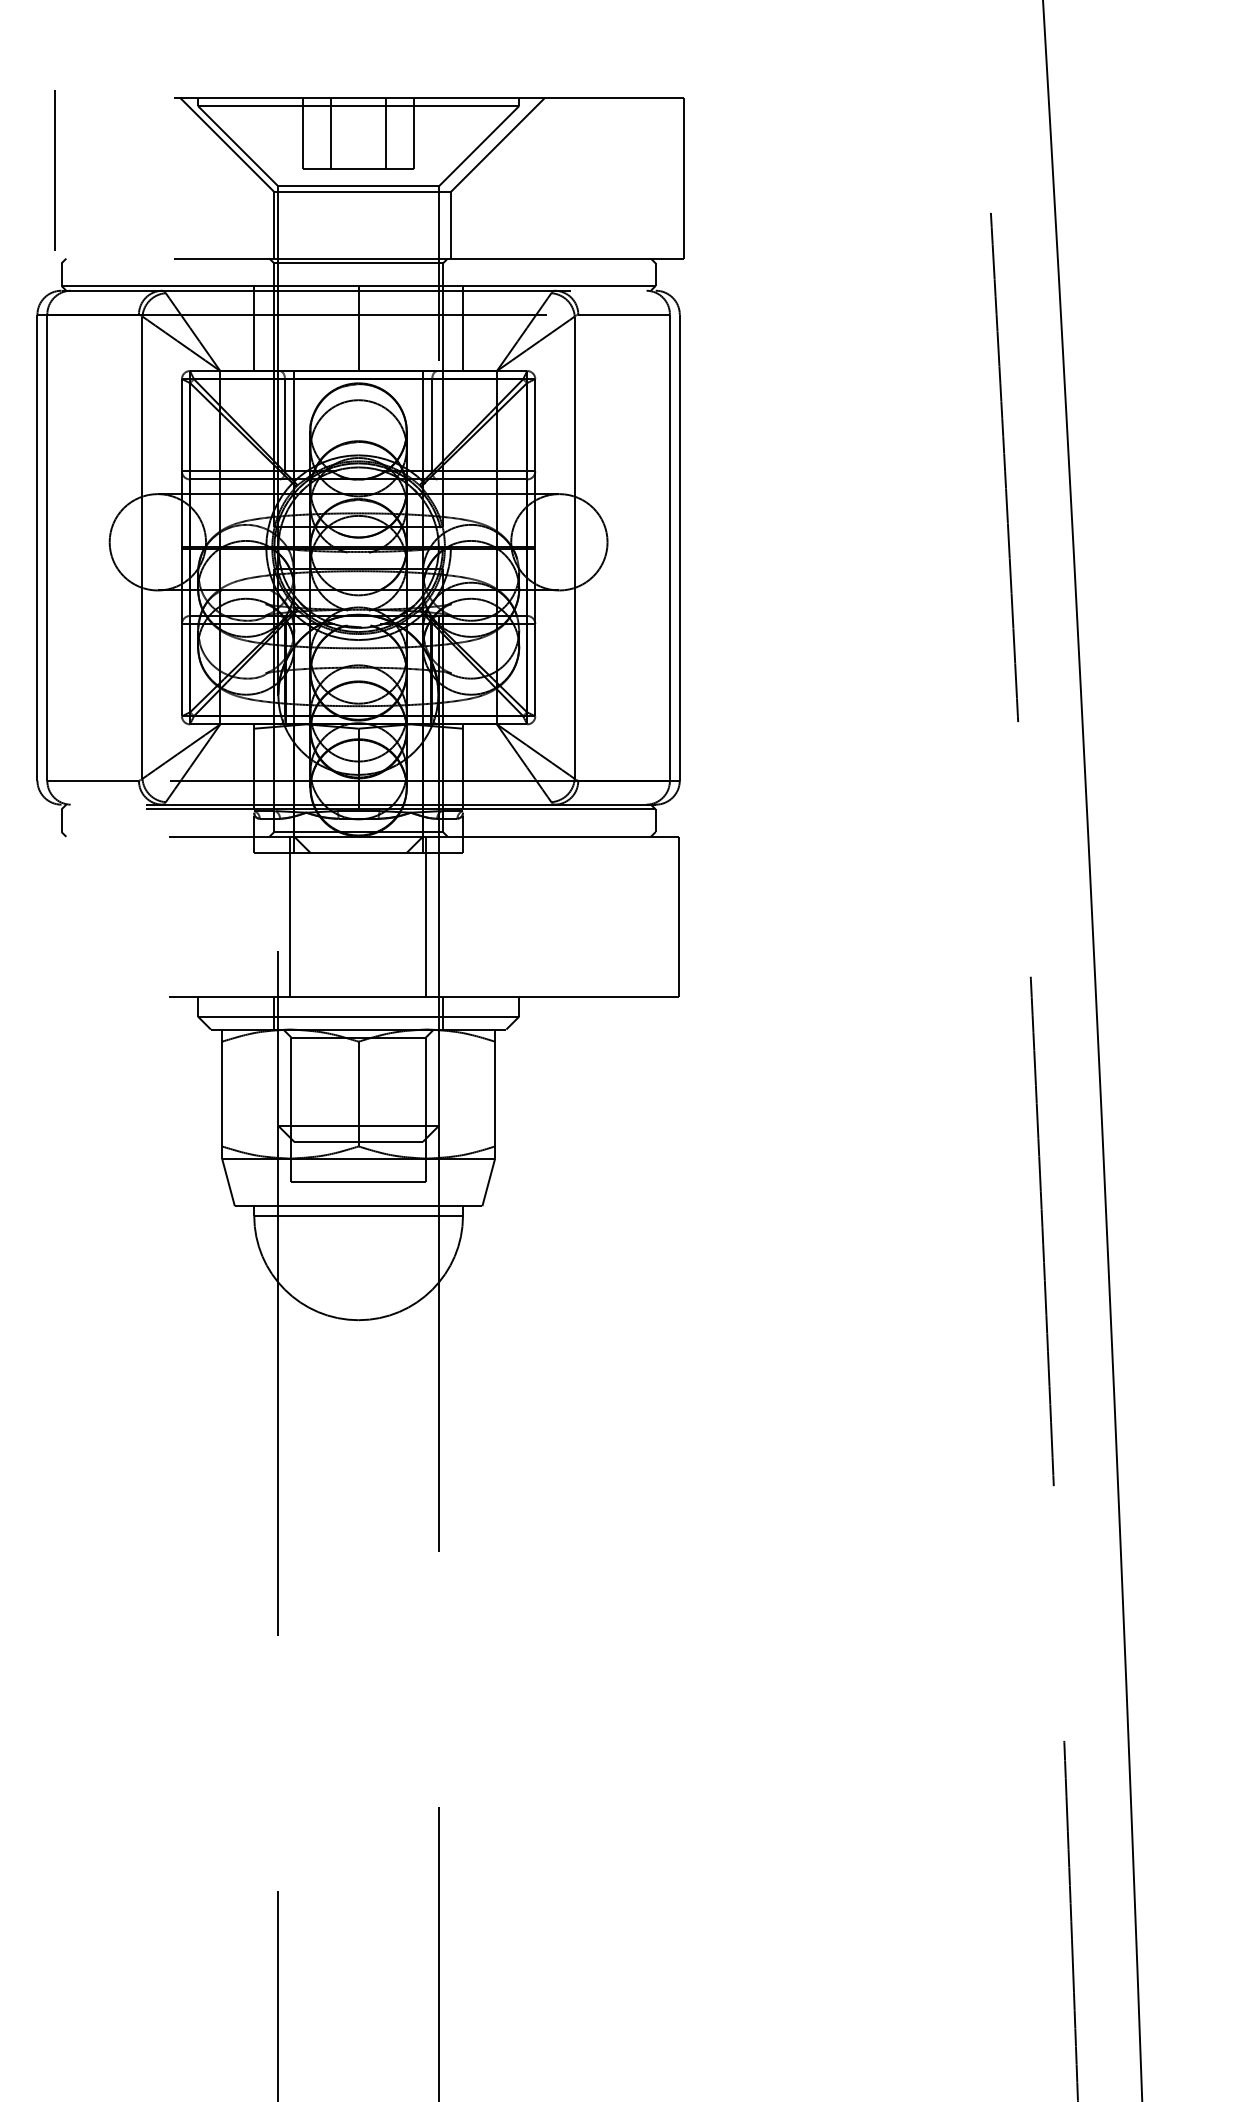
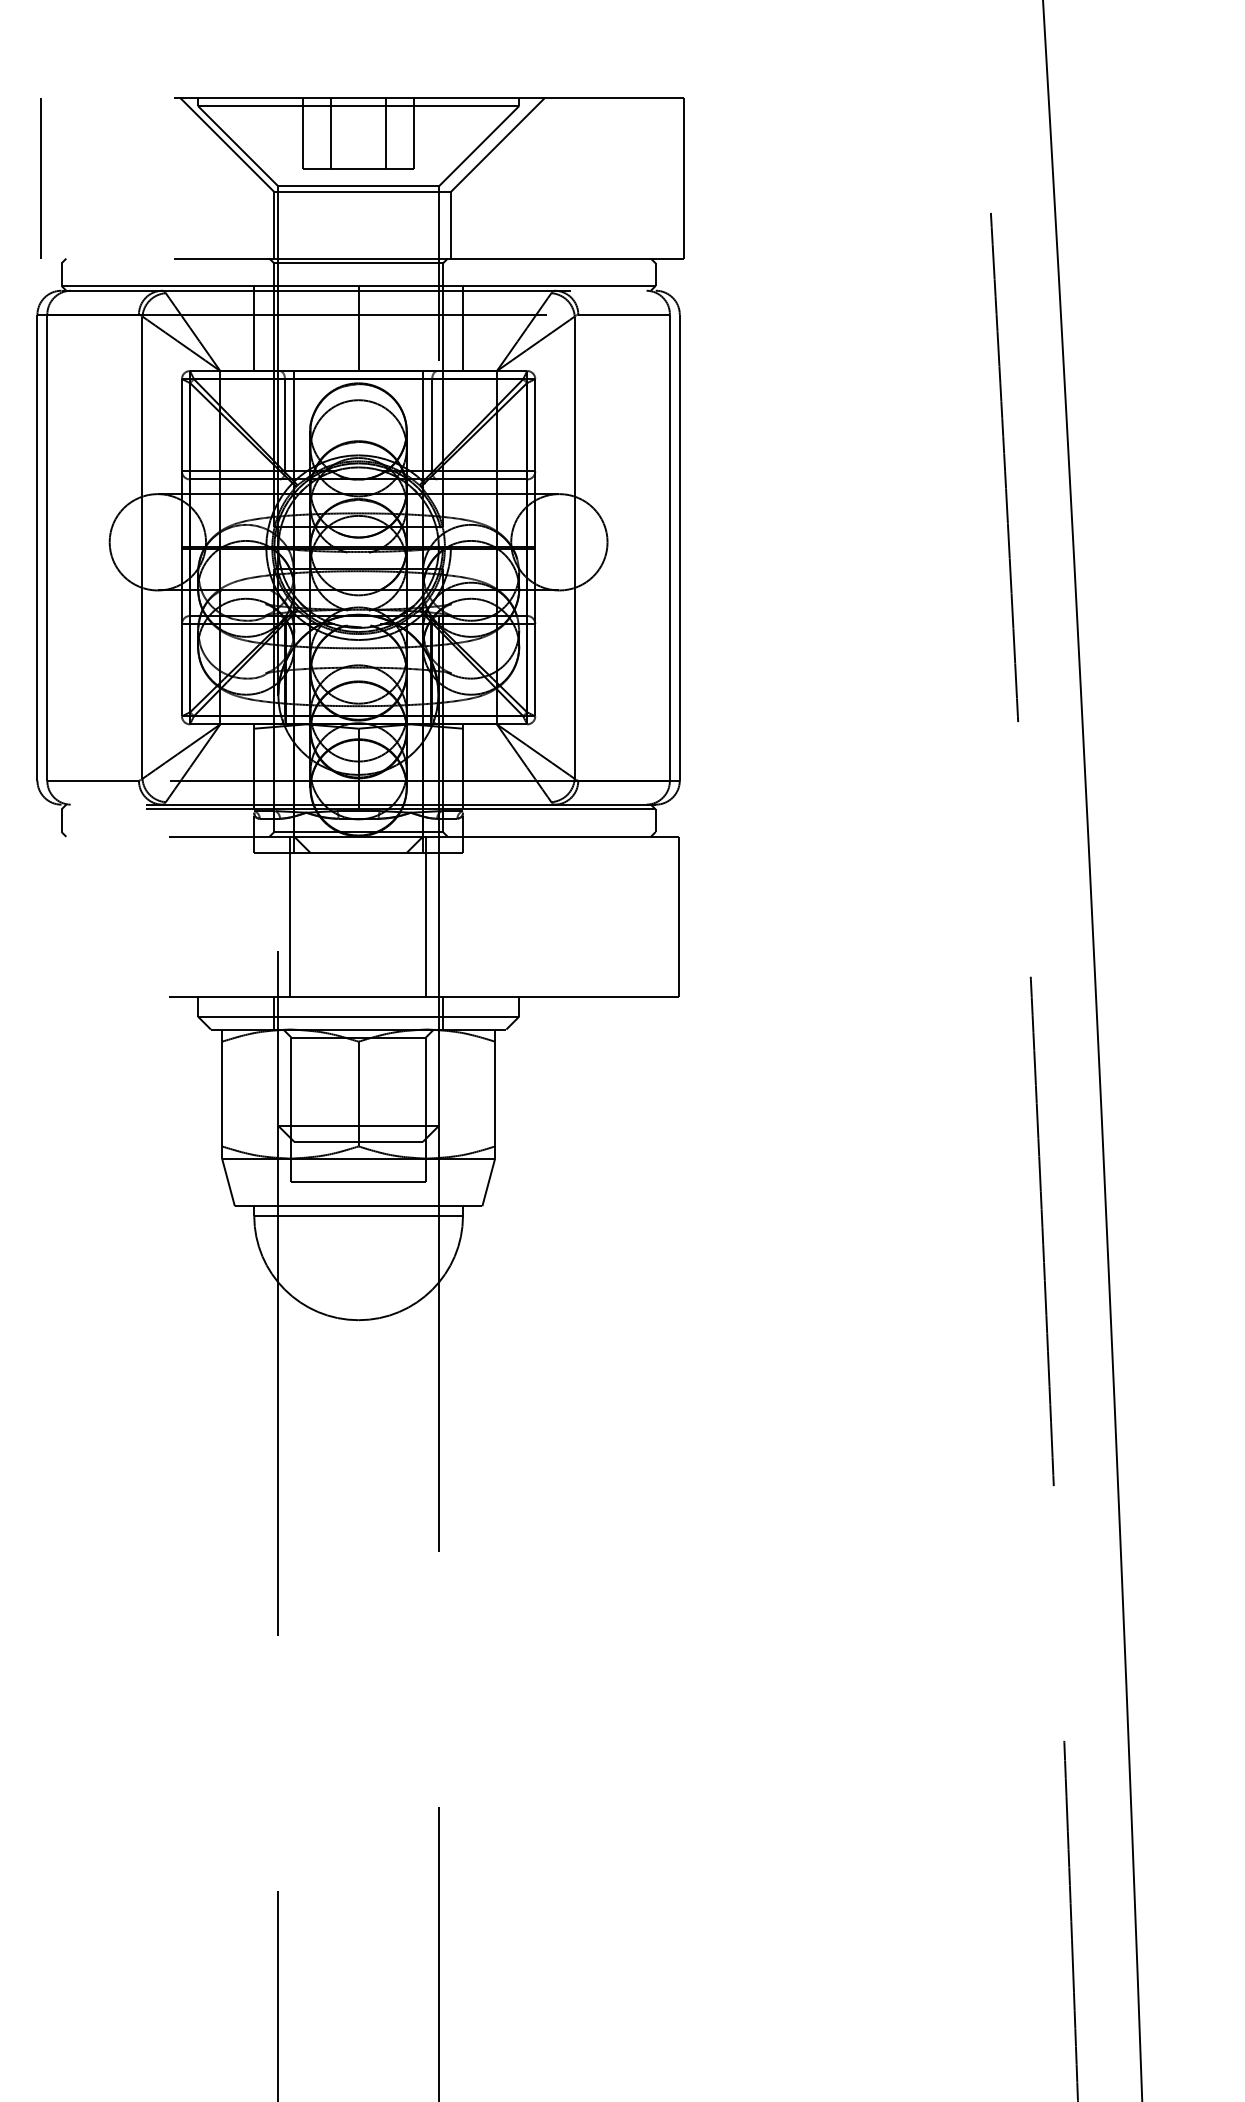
line at (54, 170) position: (54, 170) -> (40, 178)
